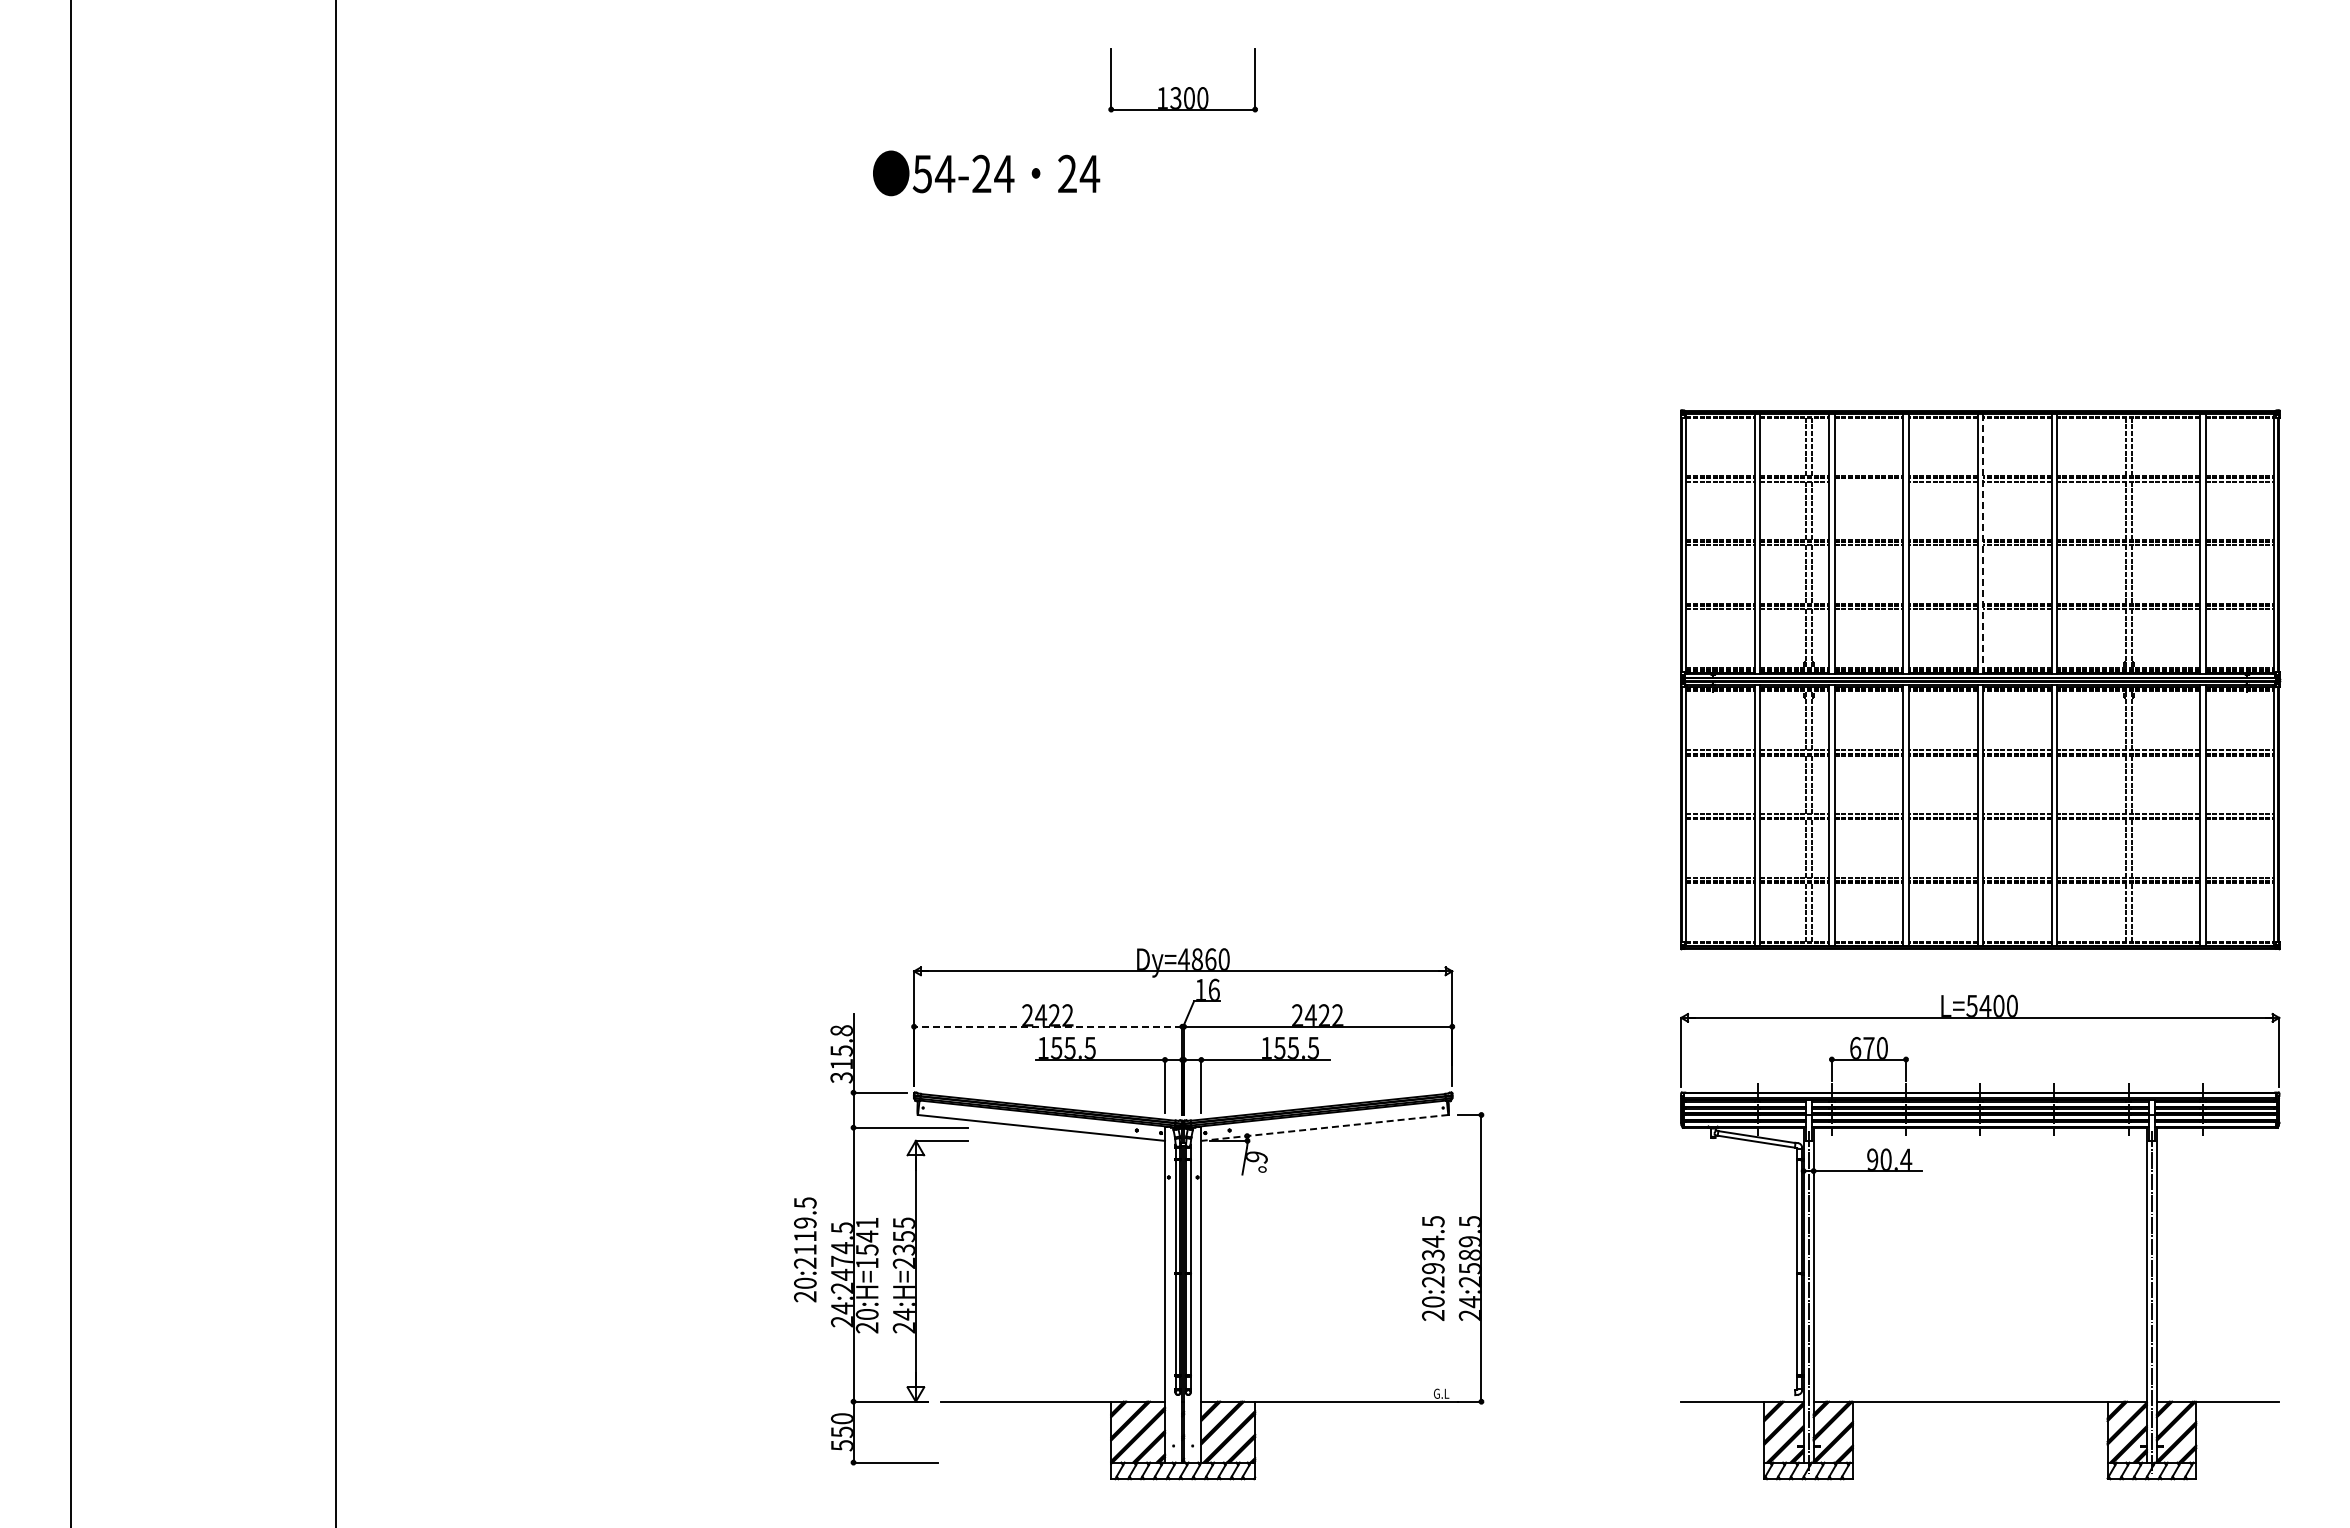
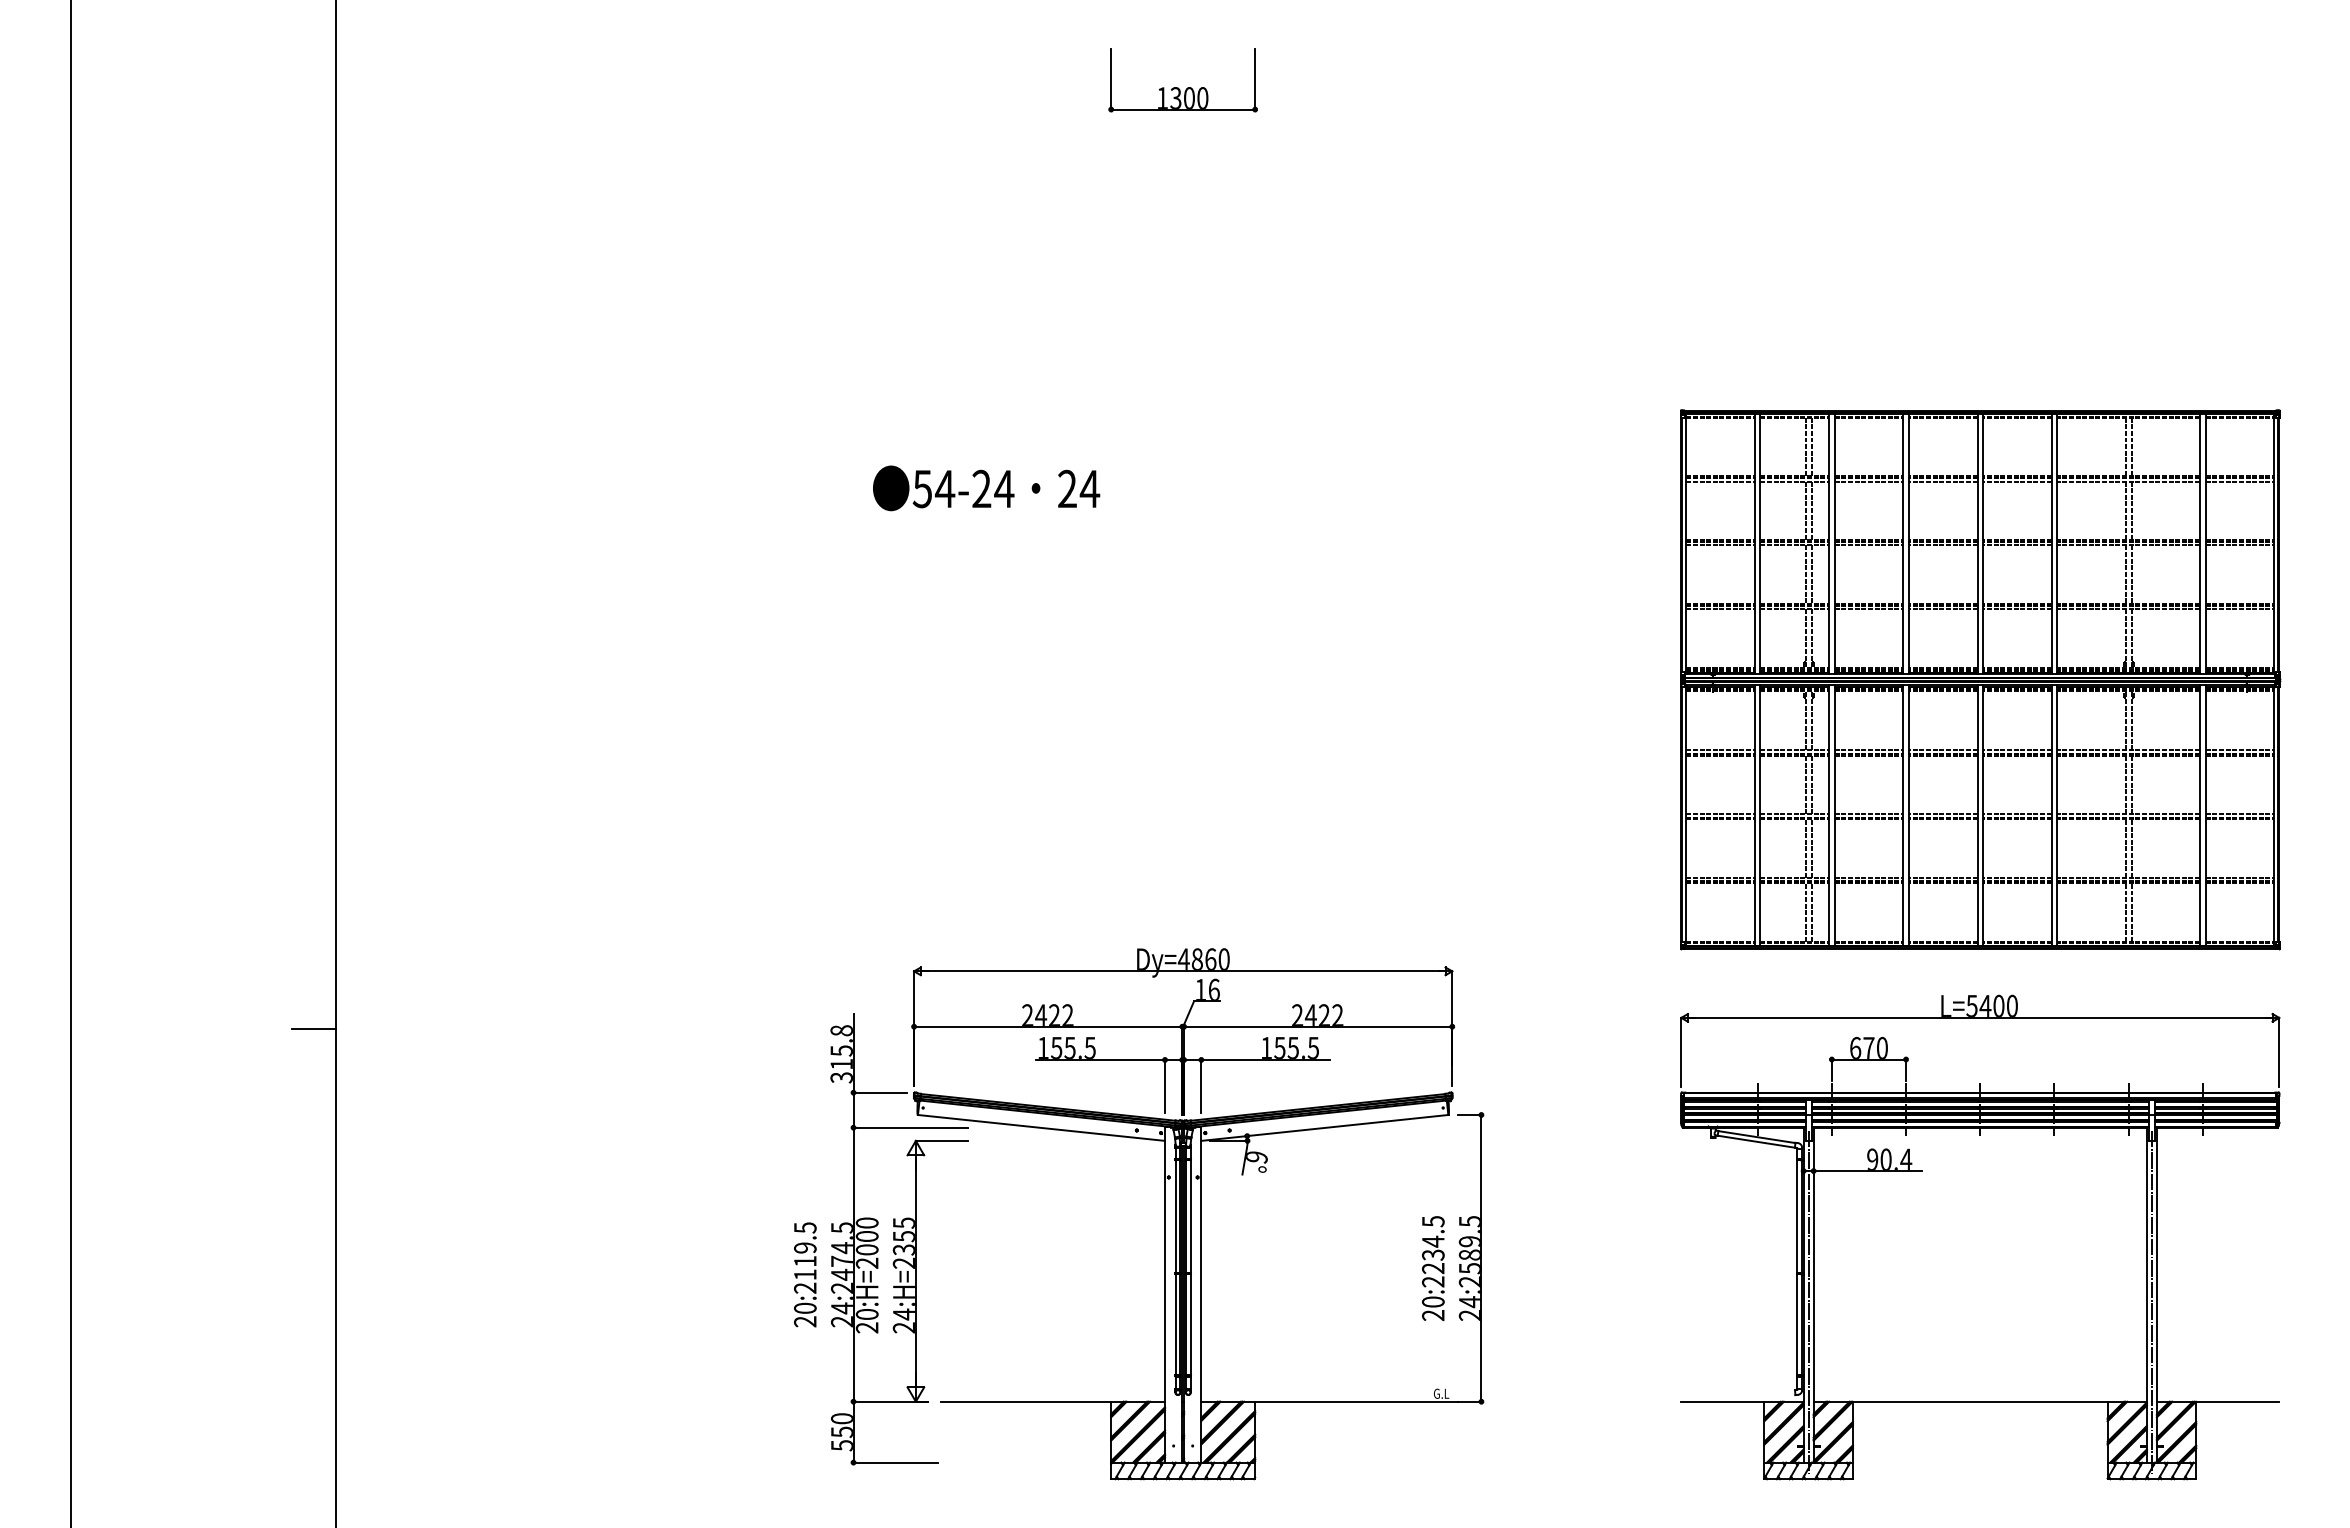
text at (986, 173) position: (986, 173) -> (986, 488)
line at (1868, 481): none -> present
line at (1983, 543): dashed -> solid
line at (1047, 1026): dashed -> solid
line at (313, 1029): none -> present
line at (1324, 1127): dashed -> solid
text at (866, 1242): 20:H=1541 -> 20:H=2000
text at (805, 1249) position: (805, 1249) -> (805, 1274)
text at (1433, 1268): 20:2934.5 -> 20:2234.5
